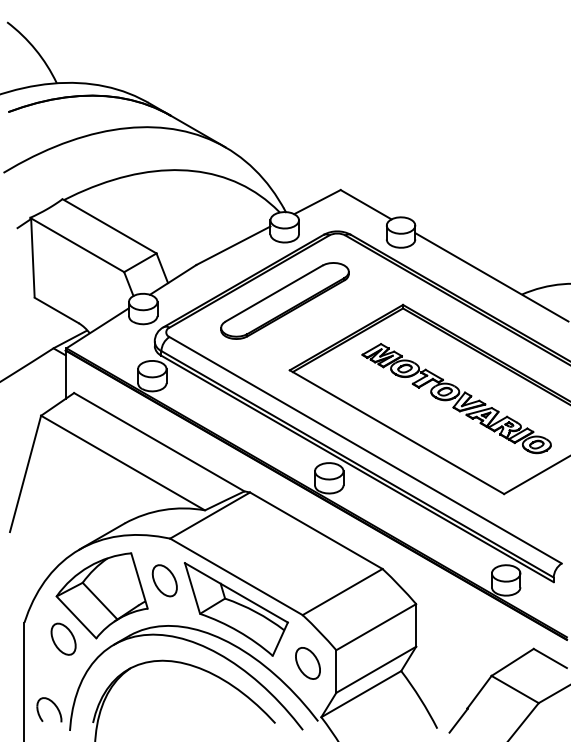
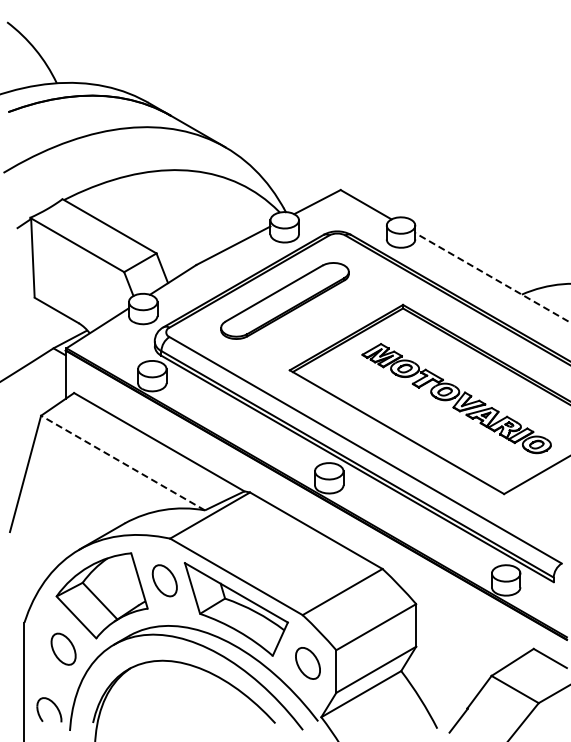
line at (491, 277): solid -> dashed
line at (123, 463): solid -> dashed
part at (63, 638) position: (63, 638) -> (63, 648)
